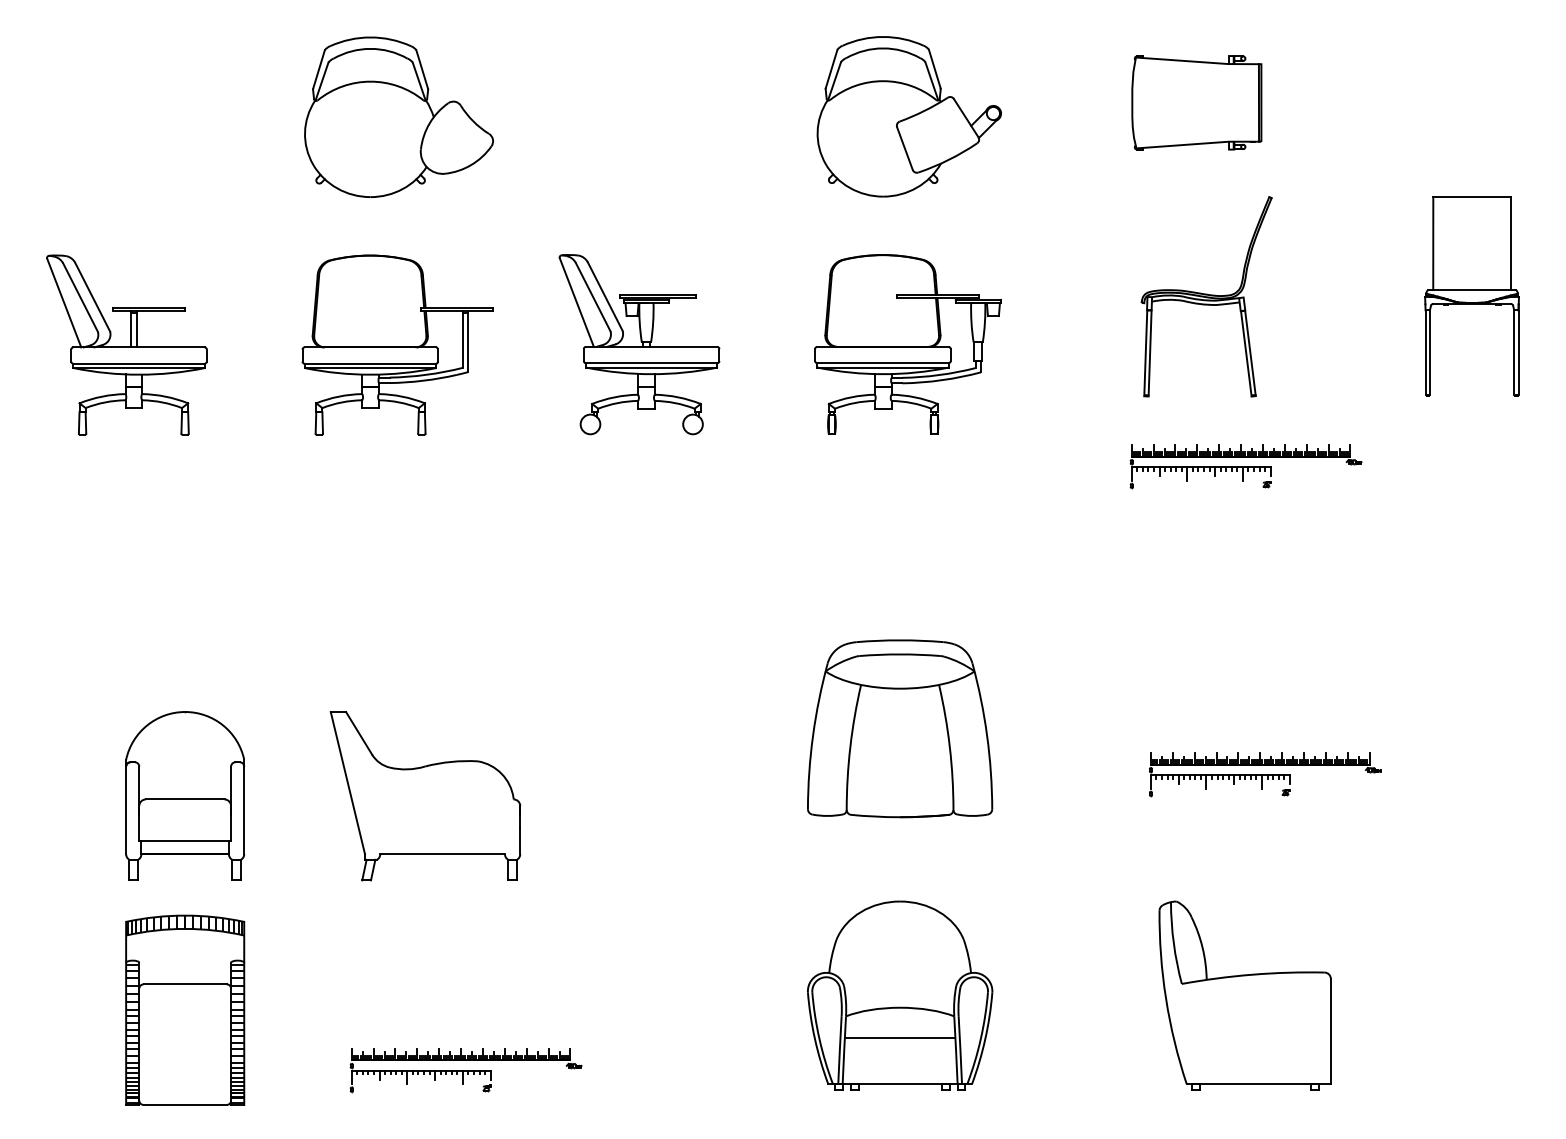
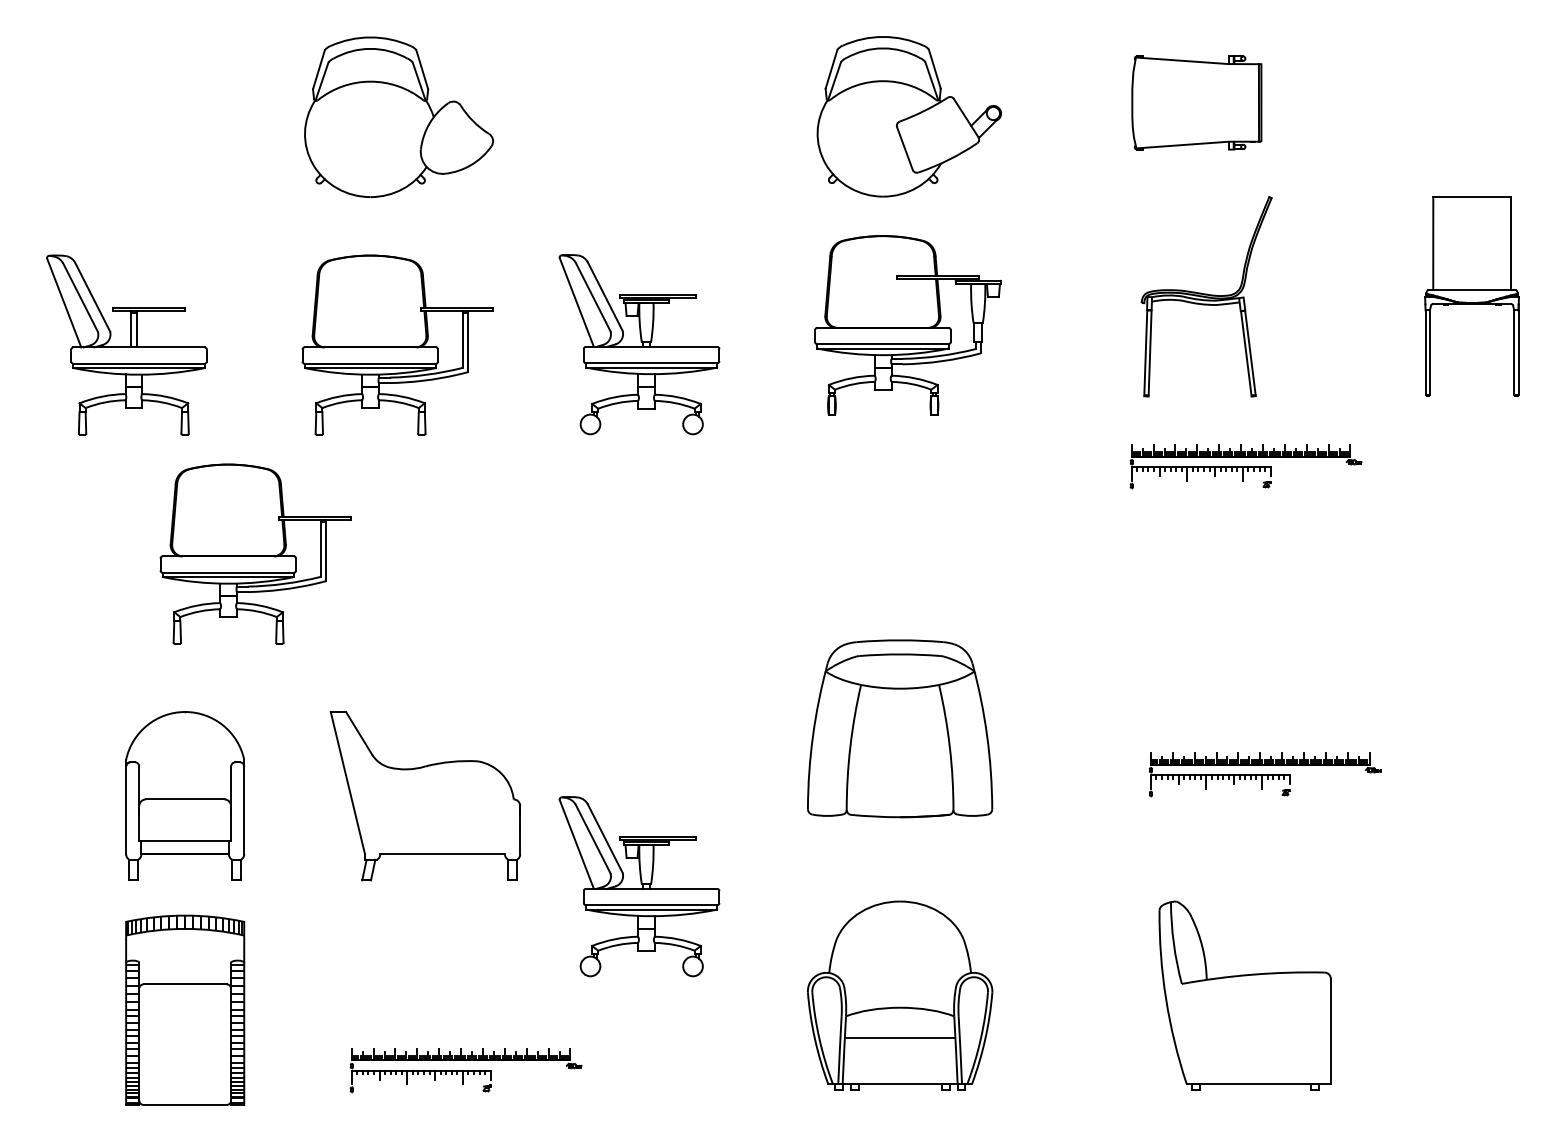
part at (907, 344) position: (907, 344) -> (907, 325)
part at (255, 553): none -> present
part at (639, 886): none -> present
